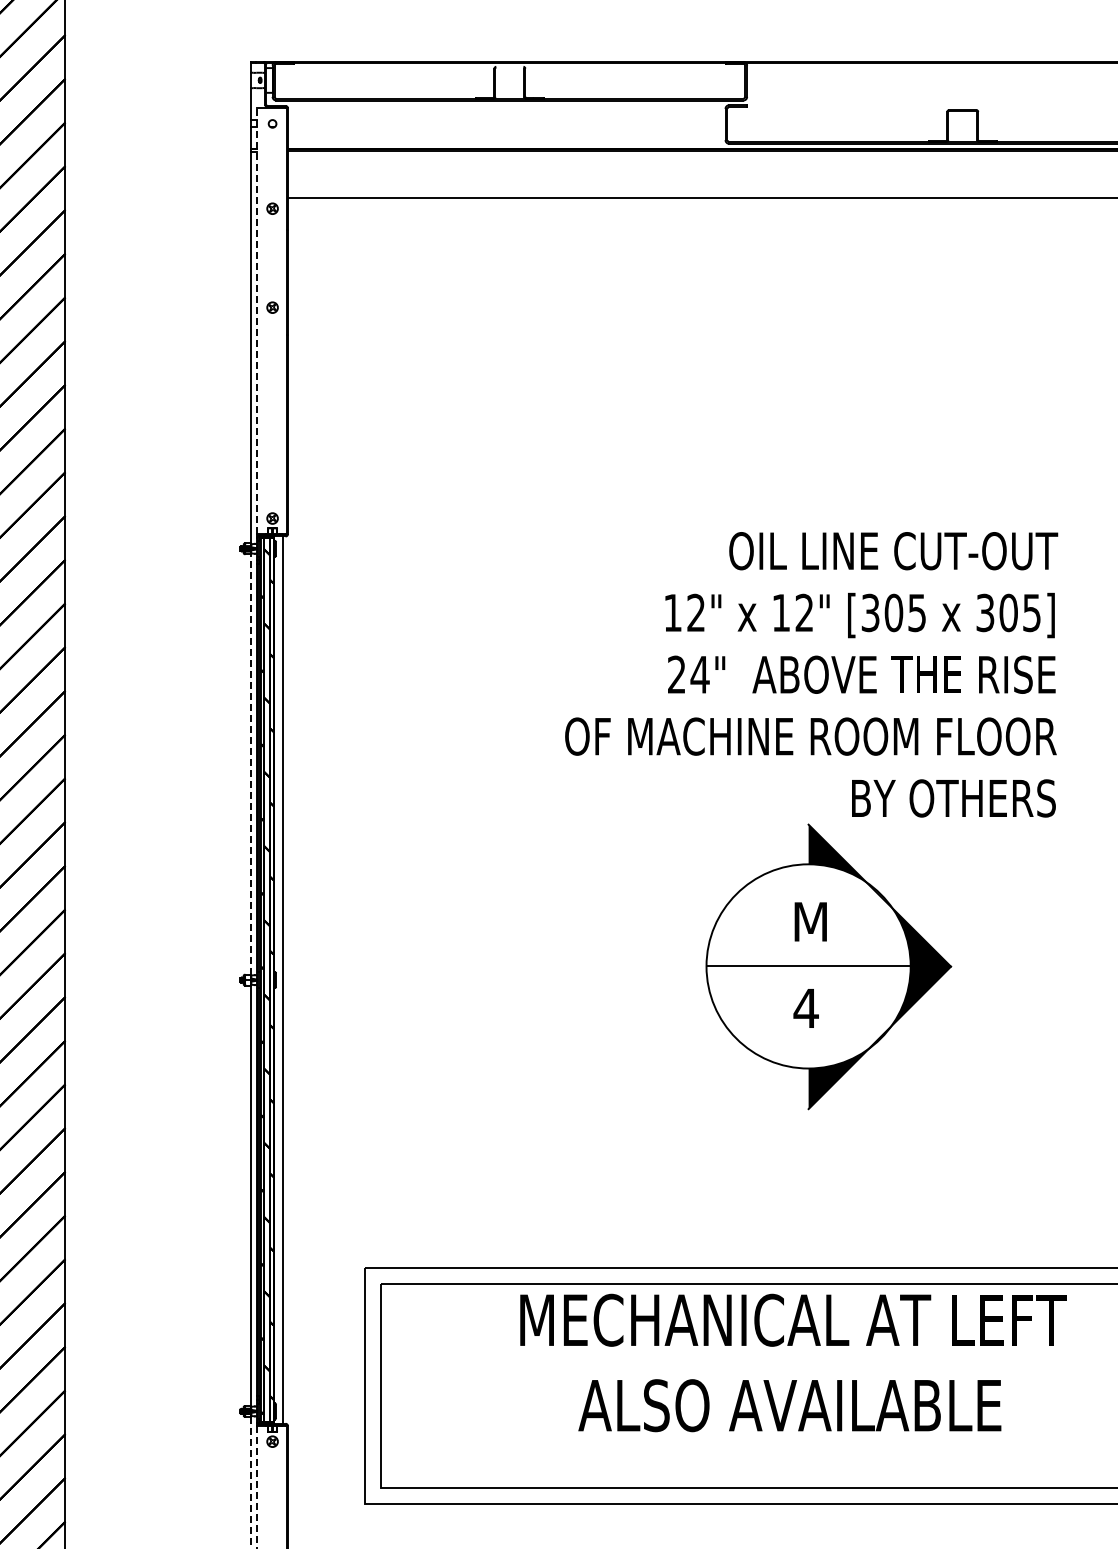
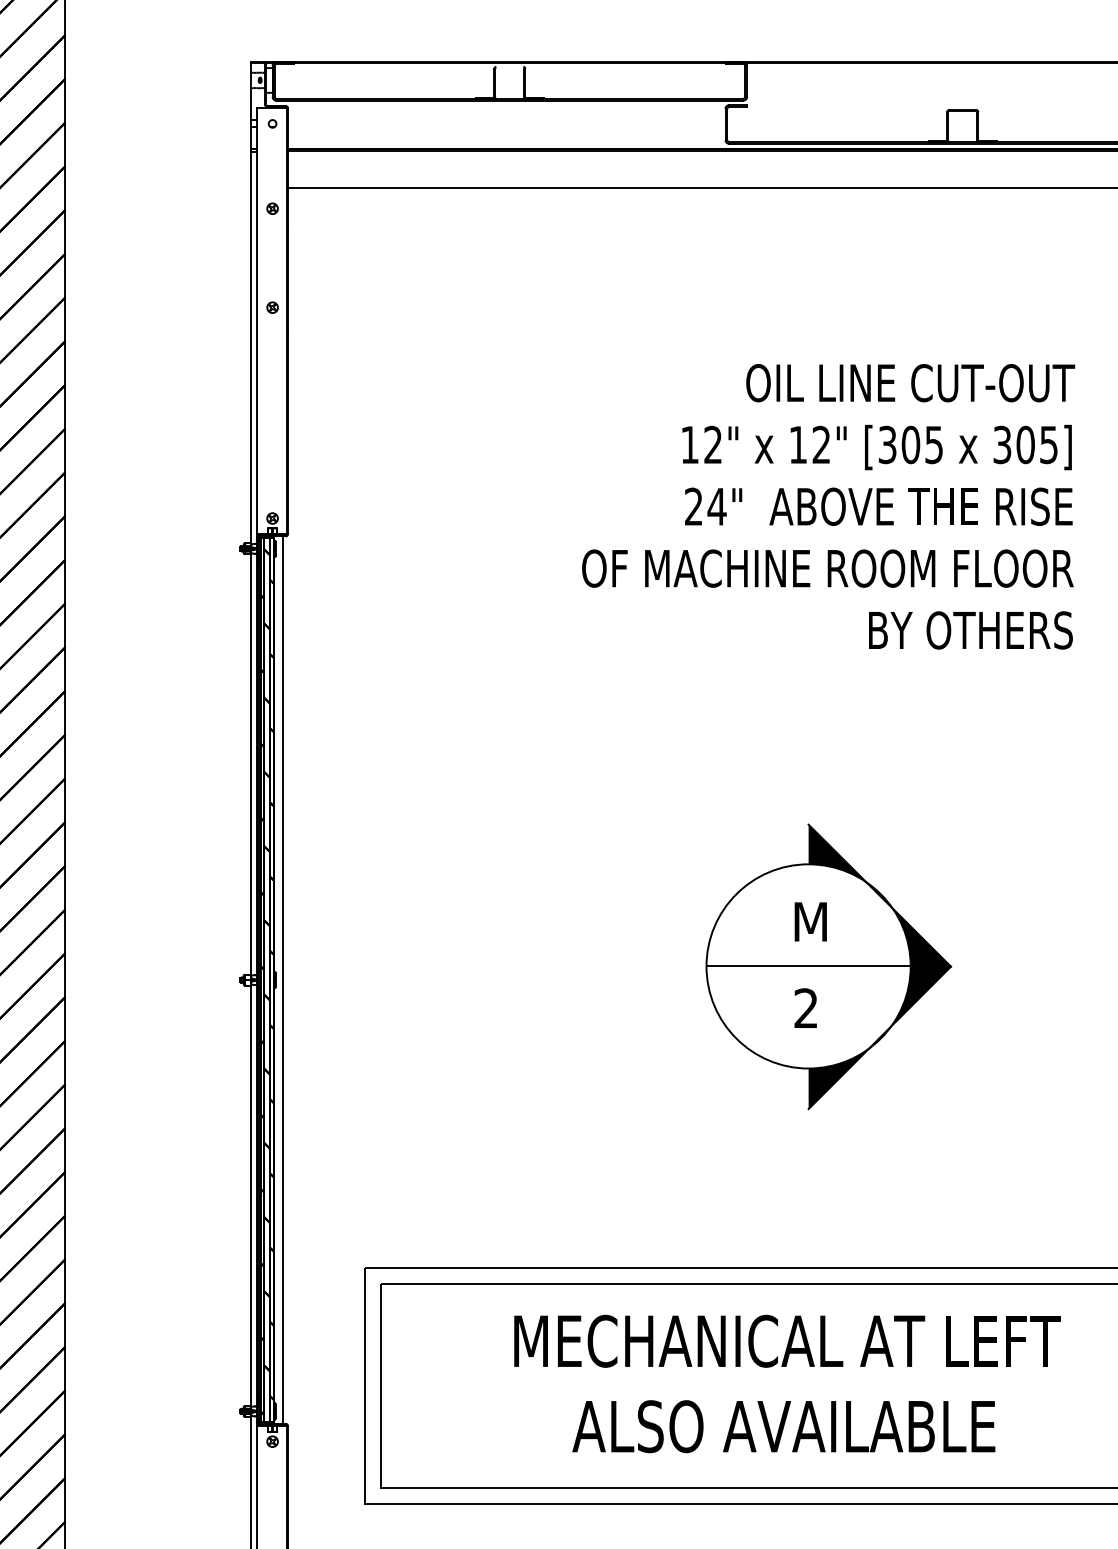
line at (701, 198) position: (701, 198) -> (701, 188)
line at (257, 321): dashed -> solid
text at (811, 674) position: (811, 674) -> (828, 506)
line at (250, 763): dashed -> solid
text at (805, 1007): 4 -> 2
text at (793, 1362) position: (793, 1362) -> (787, 1383)
line at (250, 1482): dashed -> solid
line at (257, 1487): dashed -> solid
